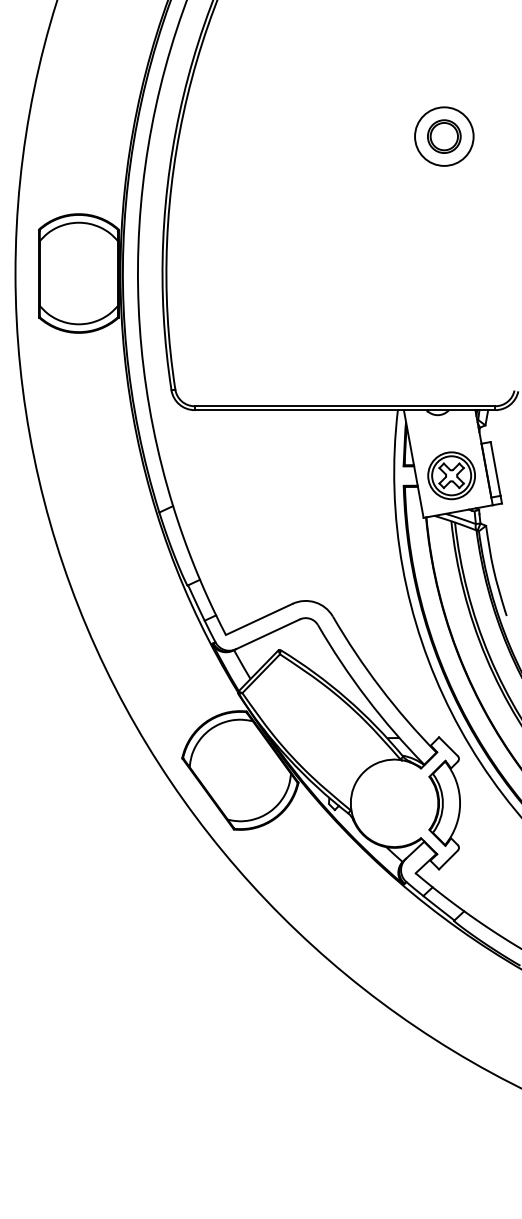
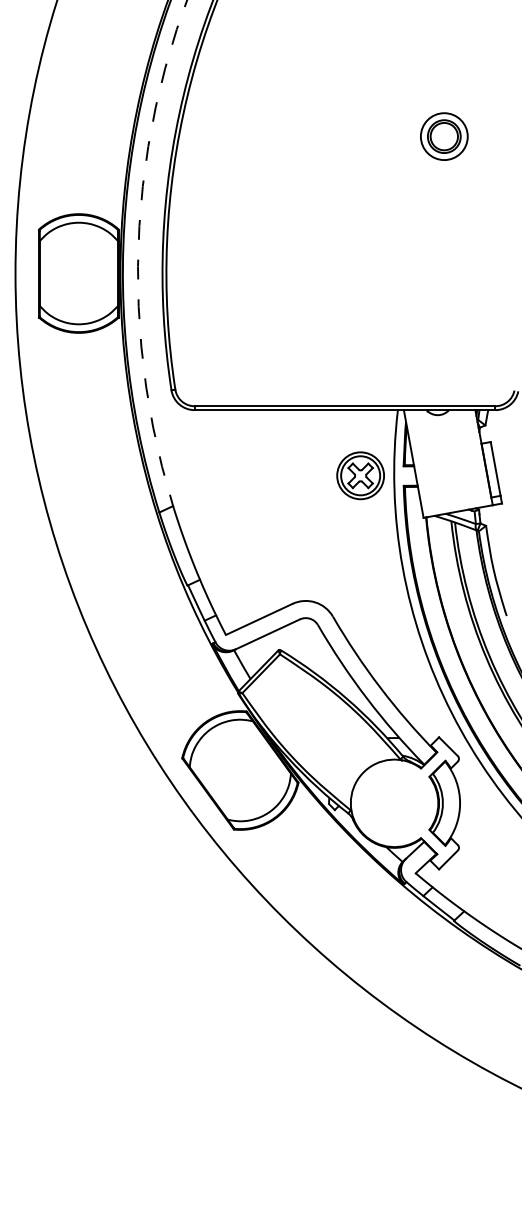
circle at (444, 136) diameter: 59 px -> 47 px
arc at (138, 251): solid -> dashed
part at (451, 475) position: (451, 475) -> (360, 475)
